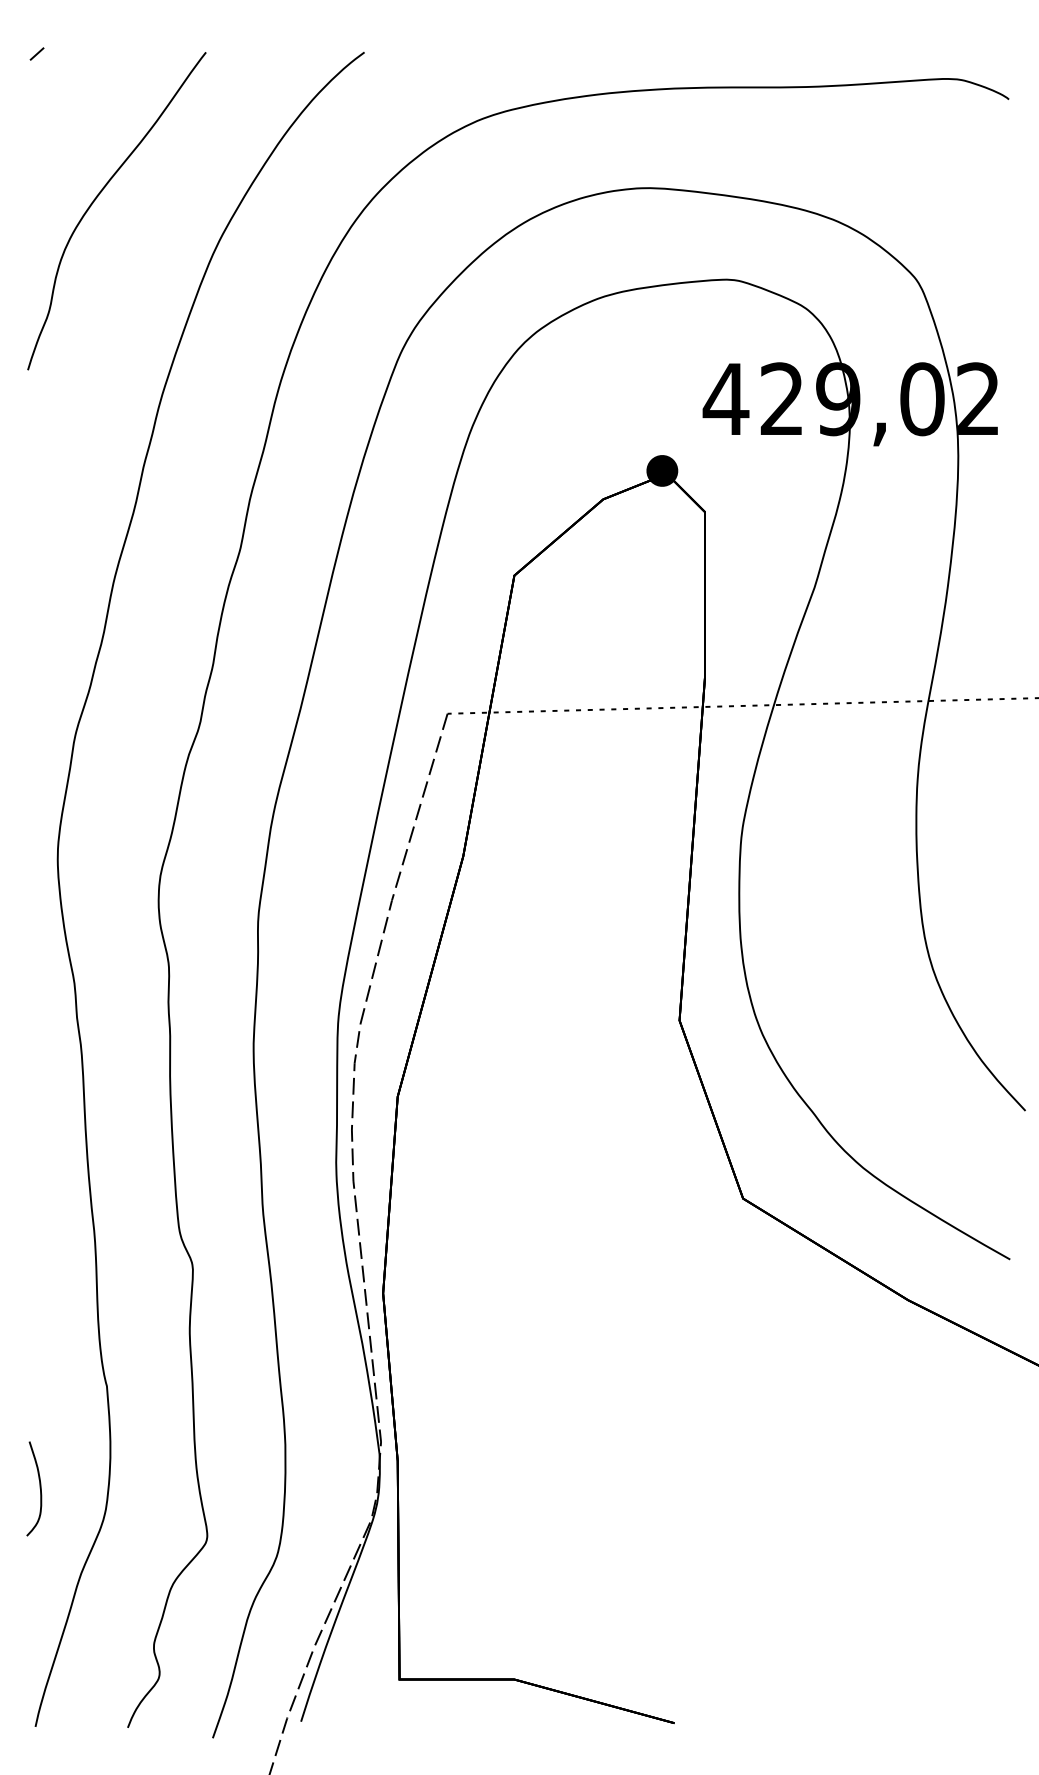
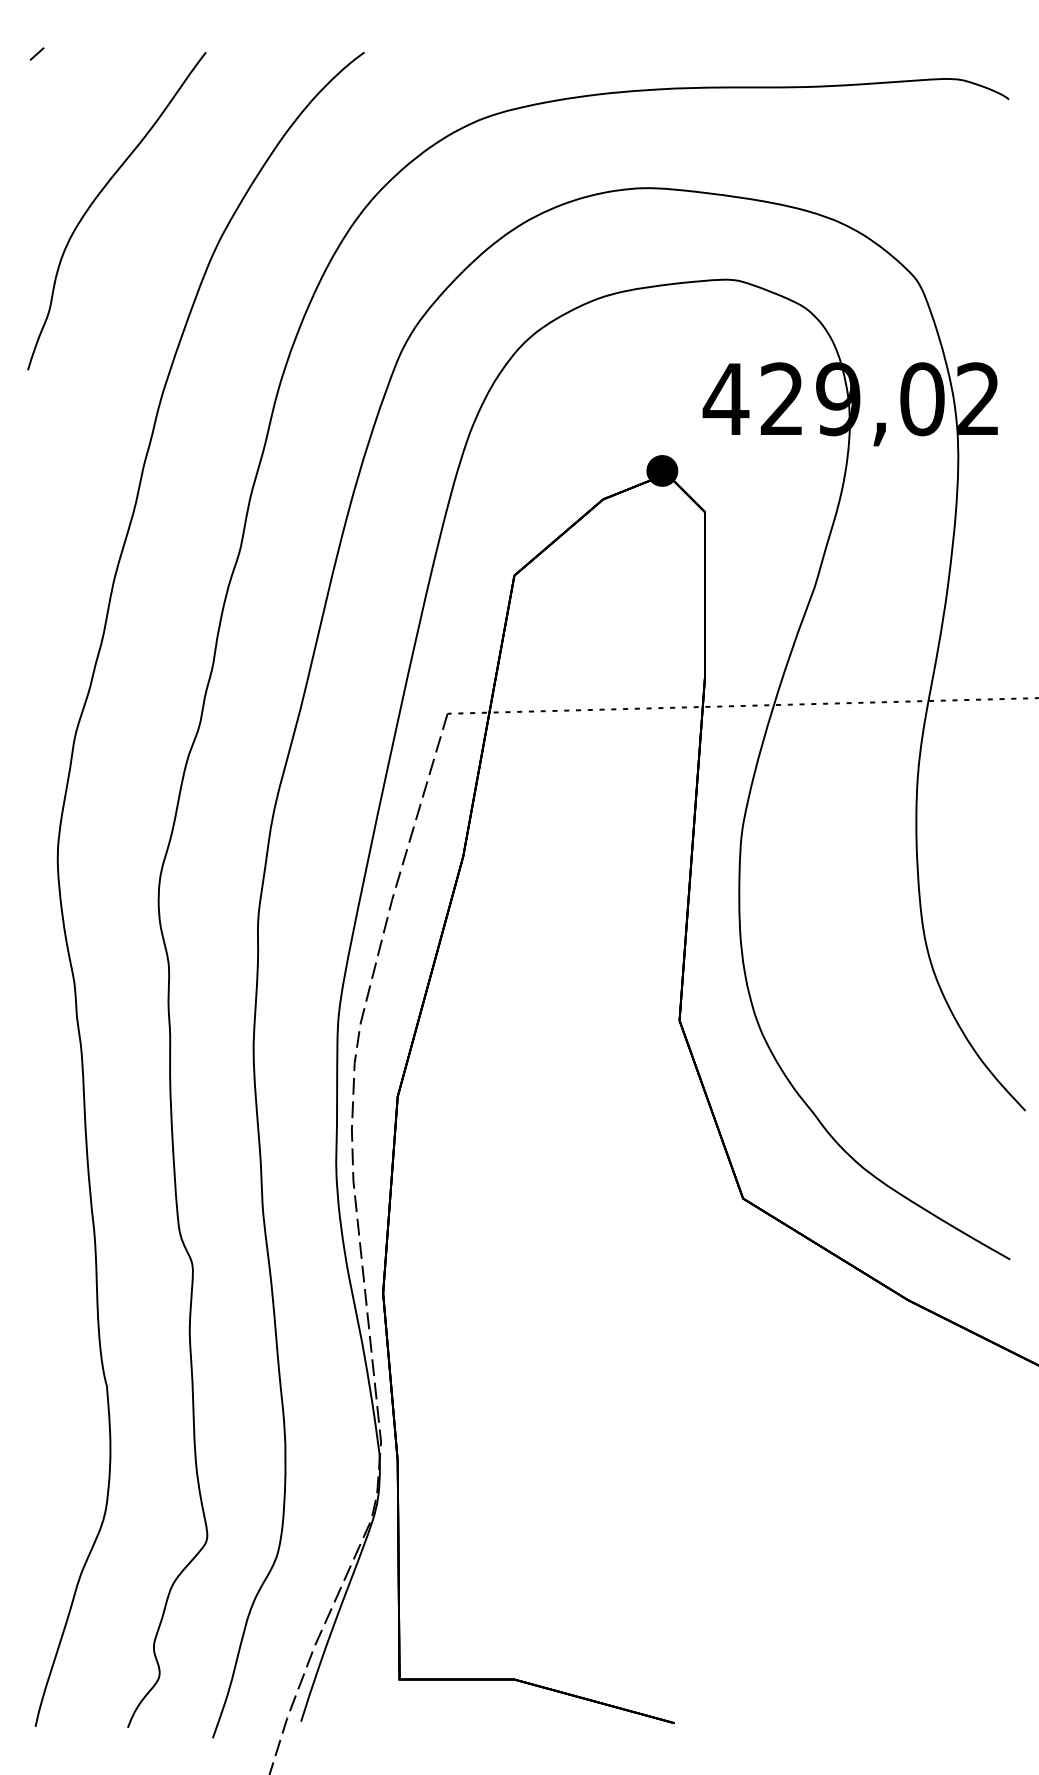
curve at (39, 1488): present -> none
